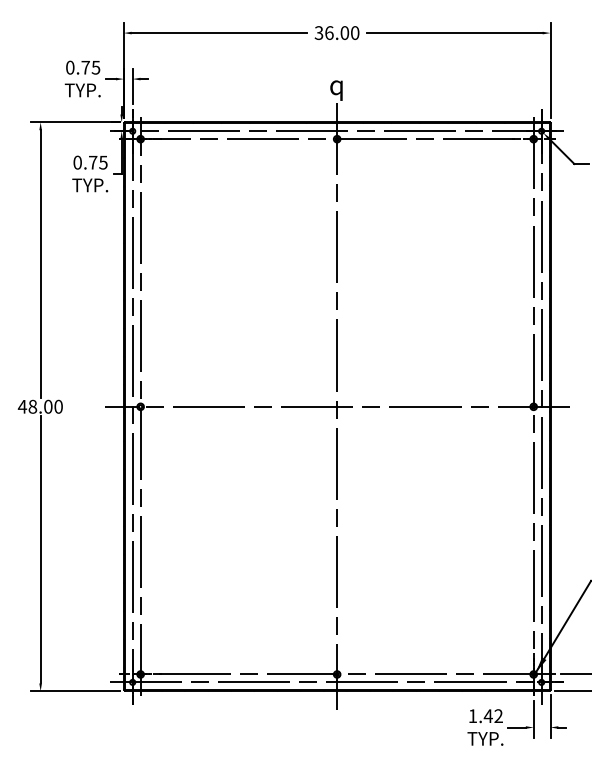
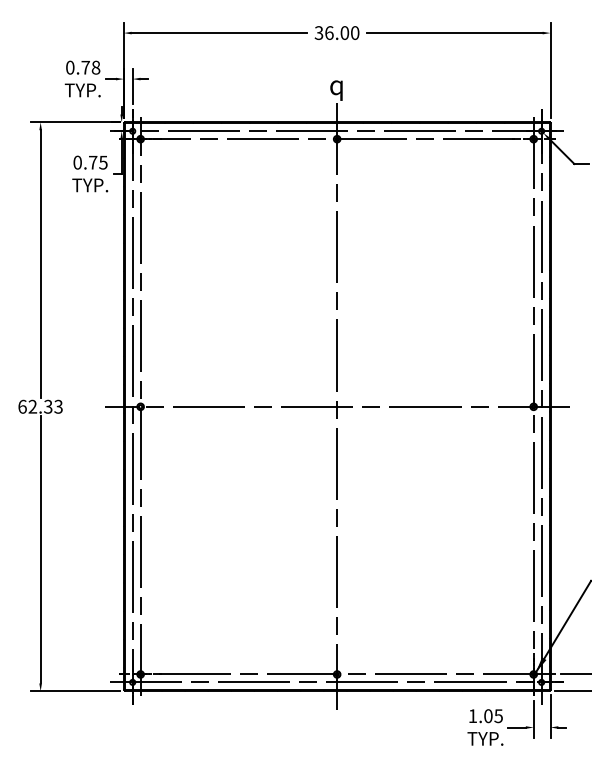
text at (95, 67): 0.75 -> 0.78
text at (39, 406): 48.00 -> 62.33
text at (492, 716): 1.42 -> 1.05
